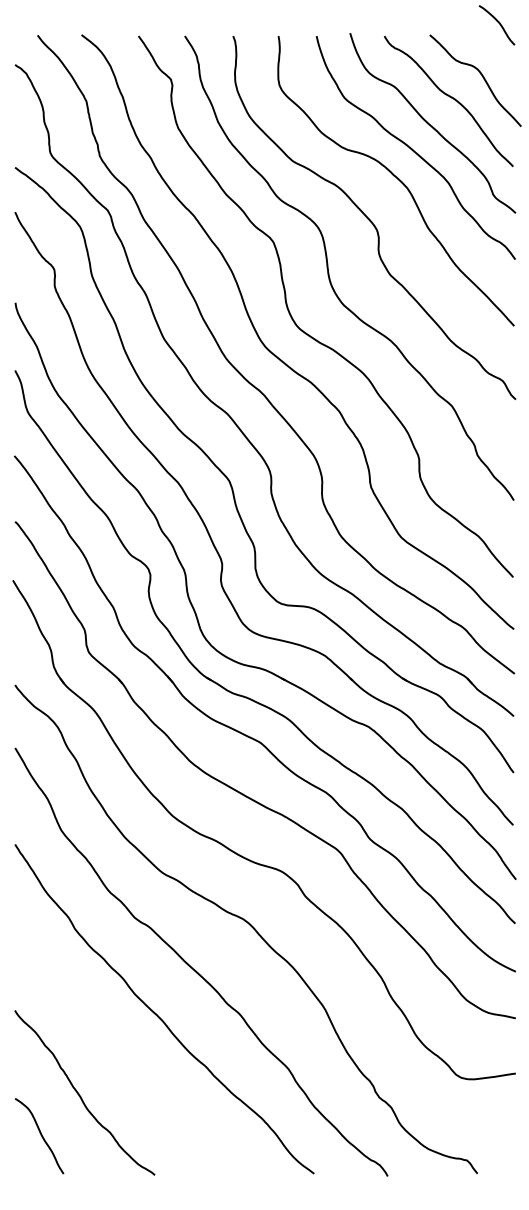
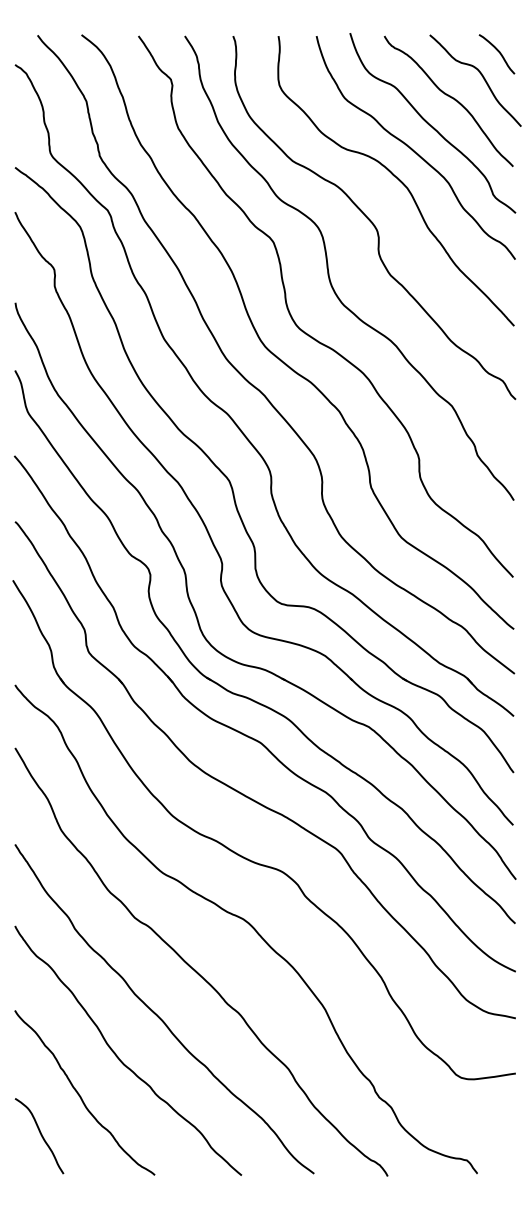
curve at (498, 23) position: (498, 23) -> (498, 52)
curve at (119, 1057): none -> present
